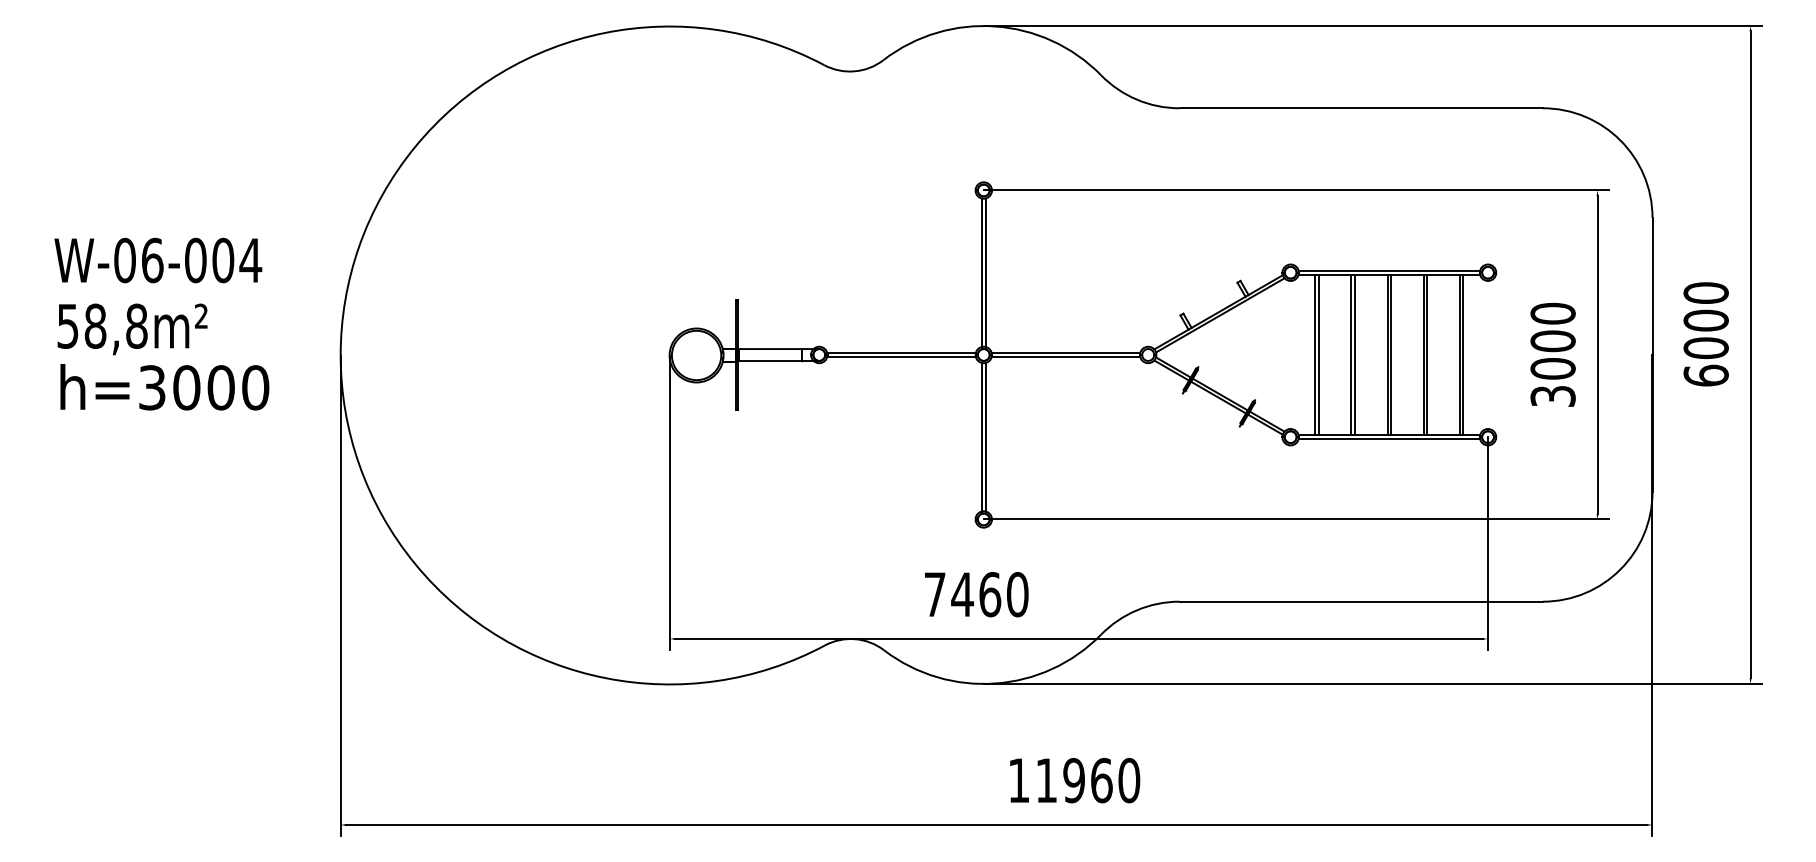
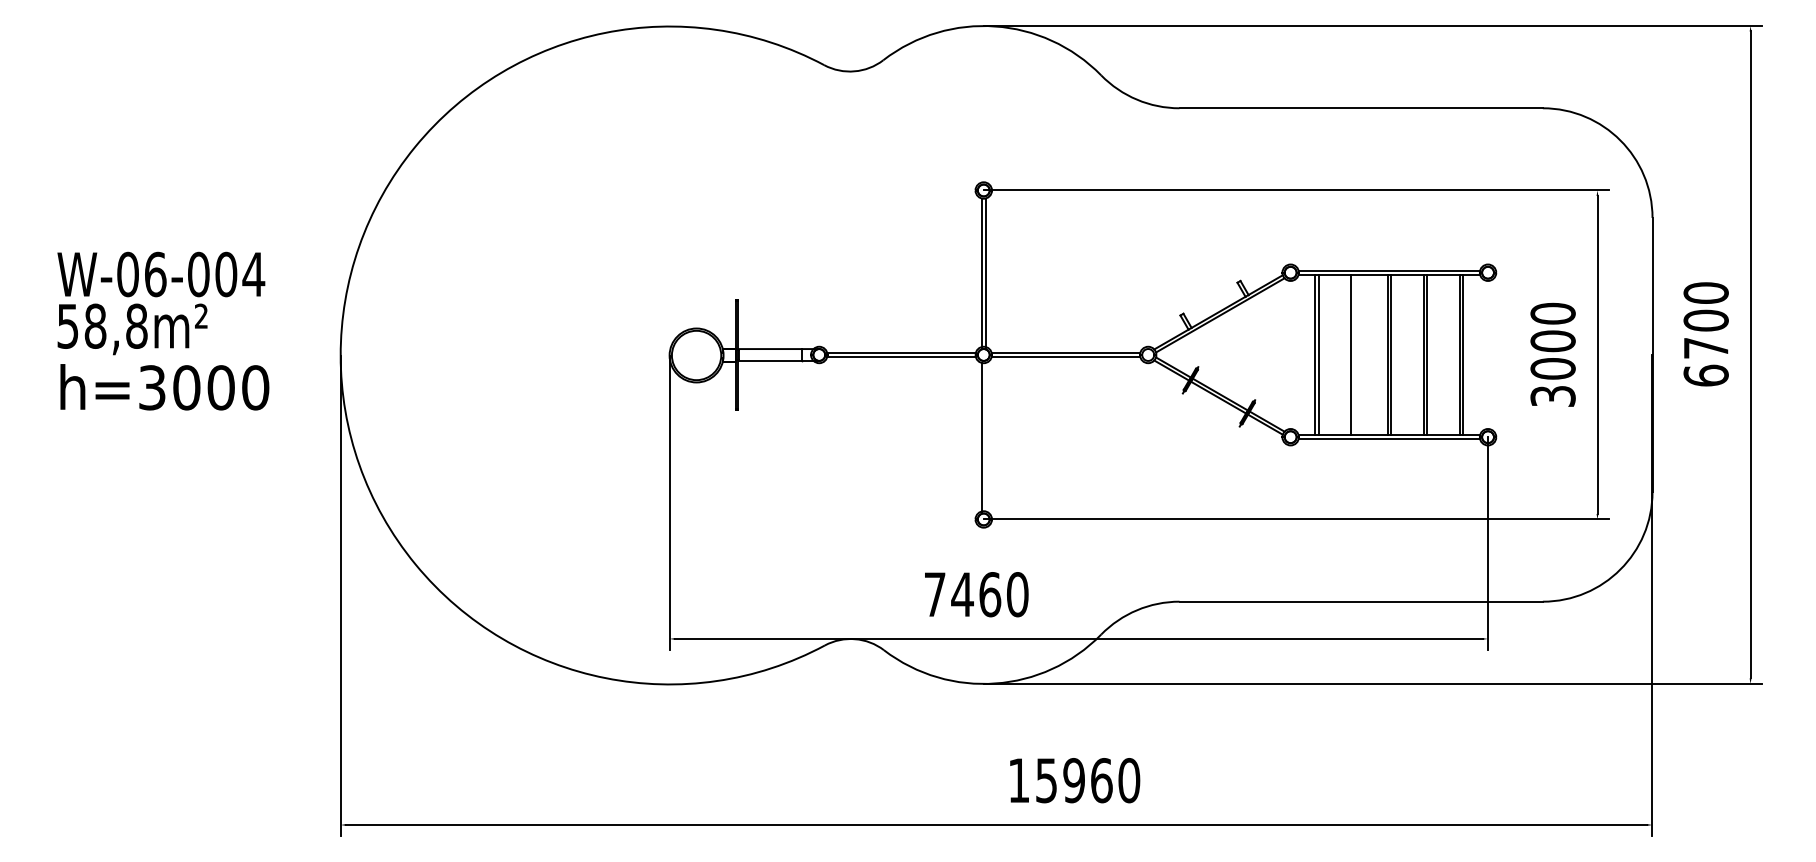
text at (158, 260) position: (158, 260) -> (161, 274)
text at (1705, 348): 6000 -> 6700
line at (1354, 354): present -> none
line at (985, 438): present -> none
text at (1046, 780): 11960 -> 15960
